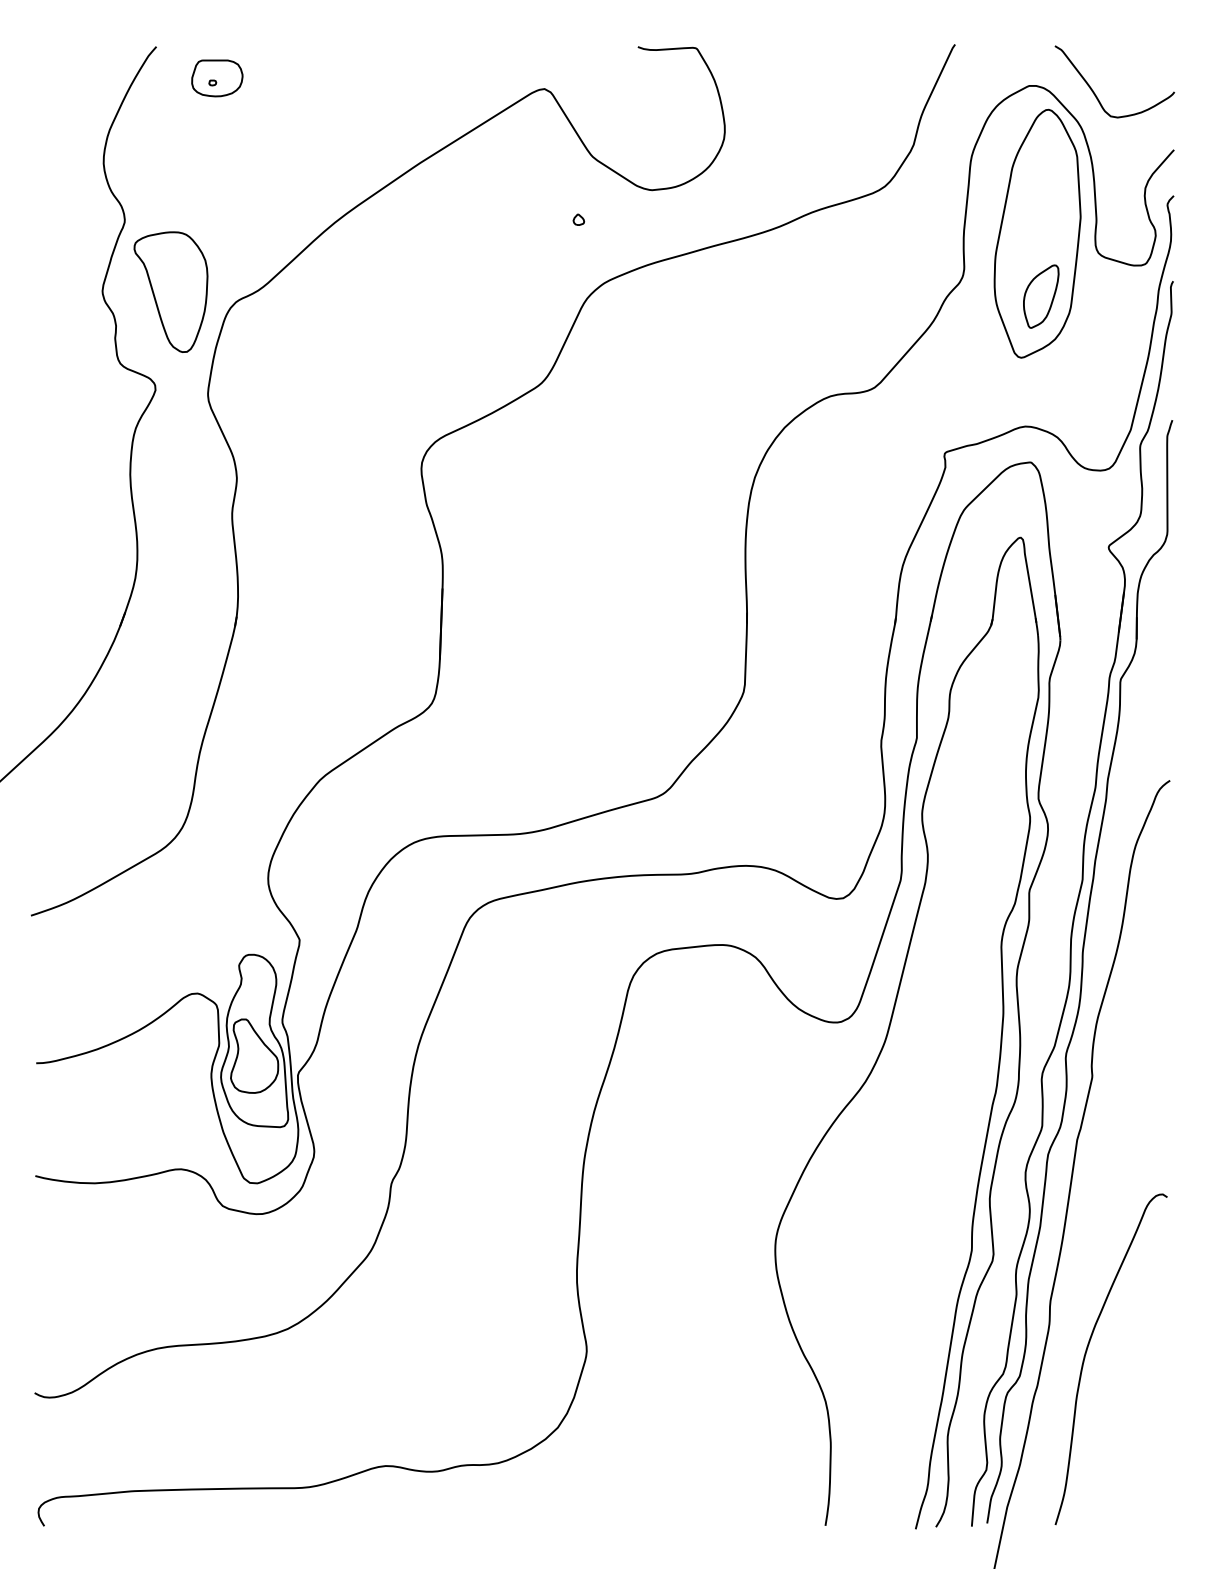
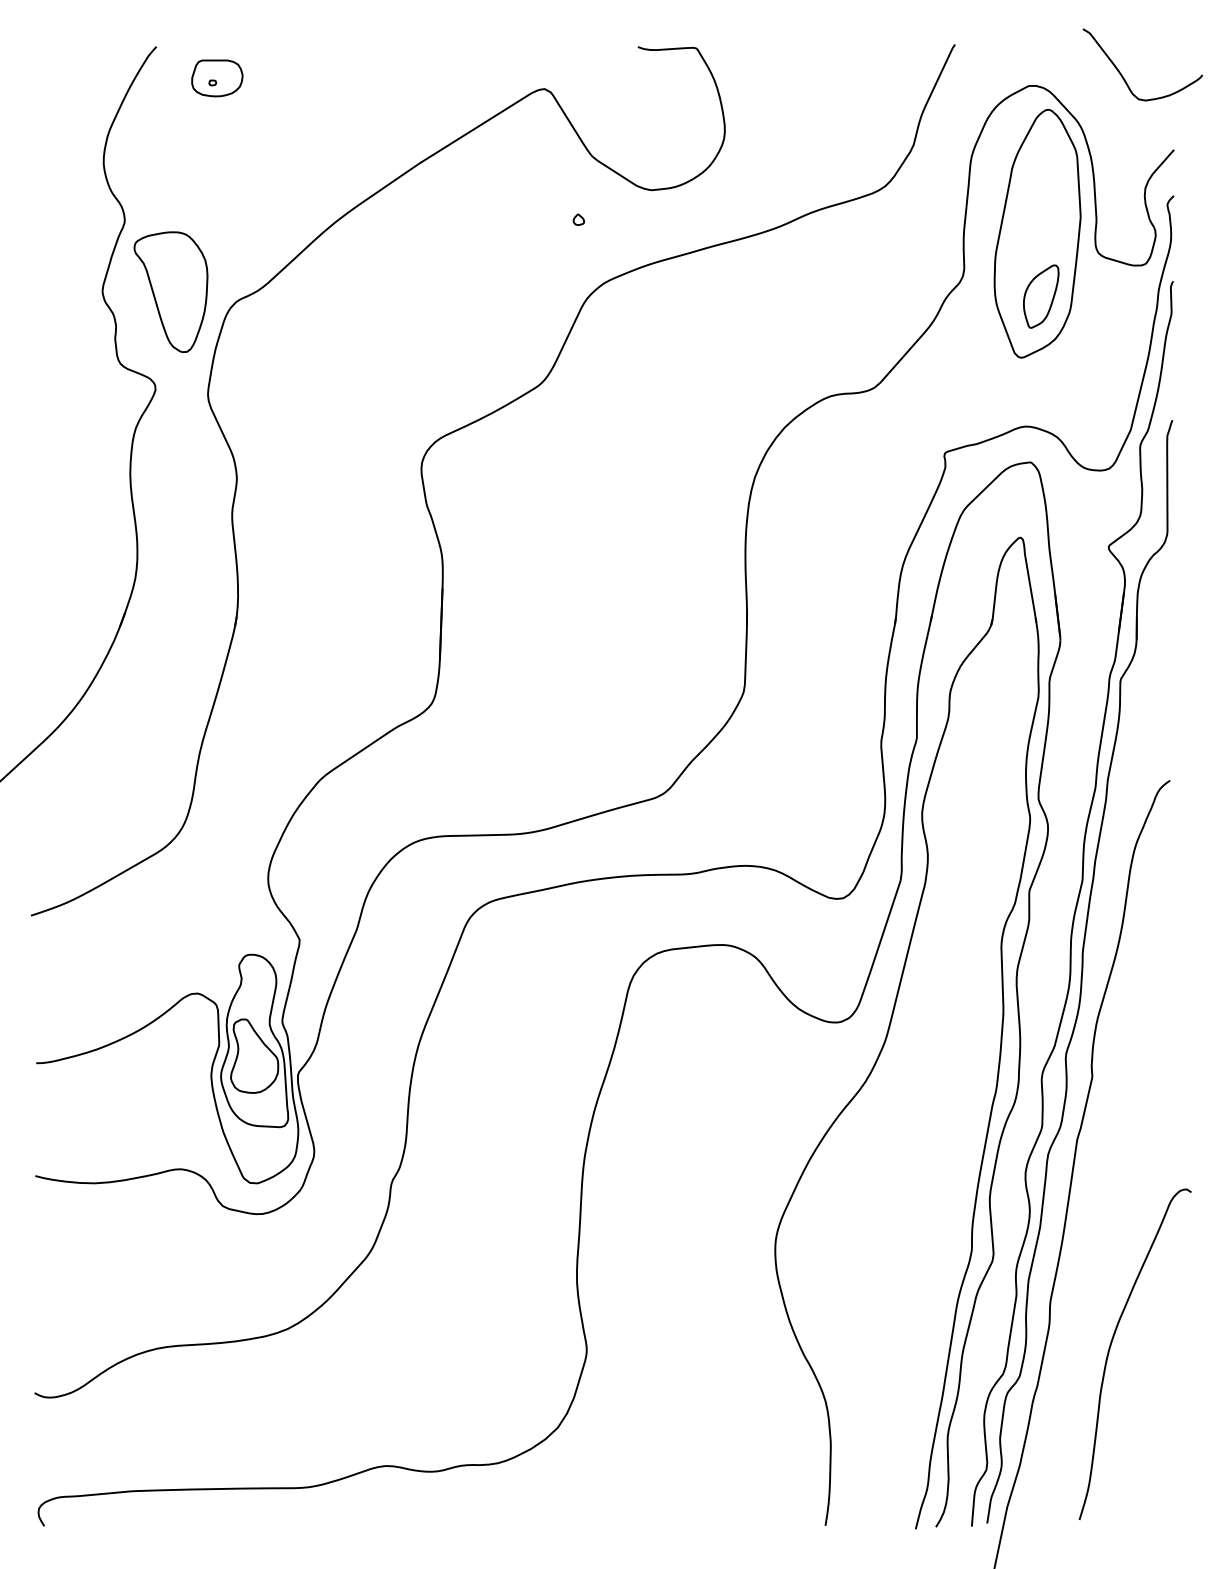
curve at (1094, 91) position: (1094, 91) -> (1122, 74)
curve at (1087, 1351) position: (1087, 1351) -> (1111, 1346)
